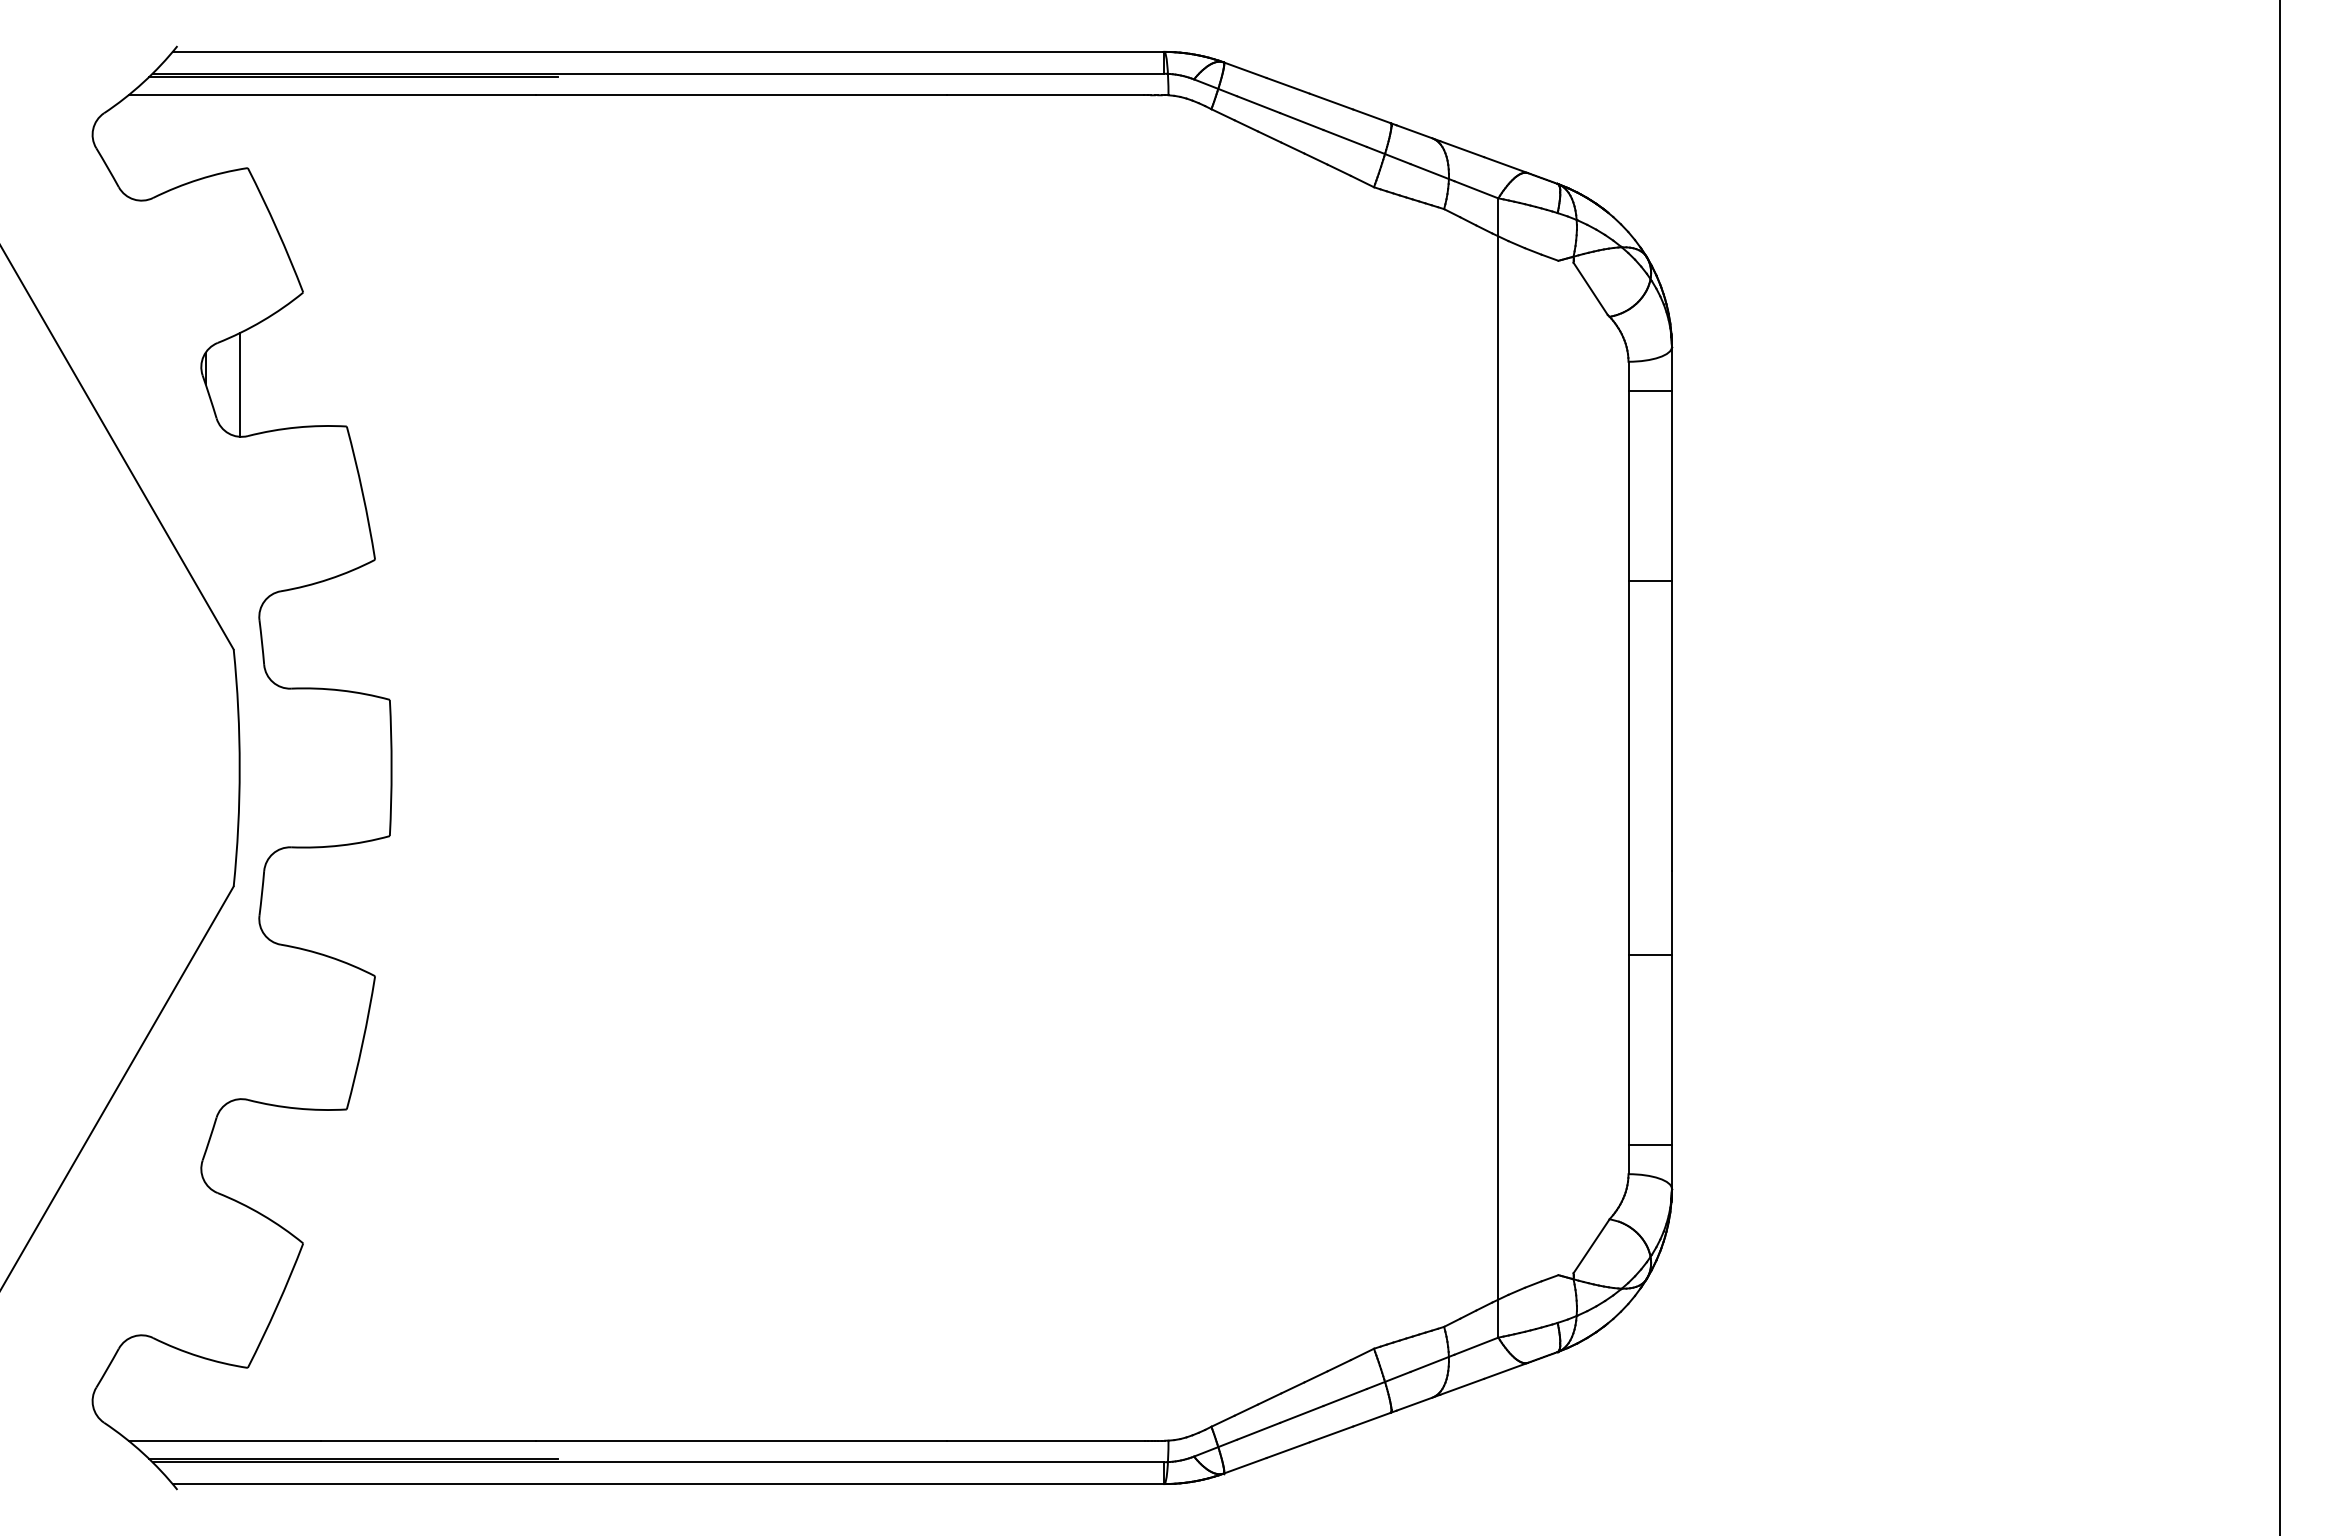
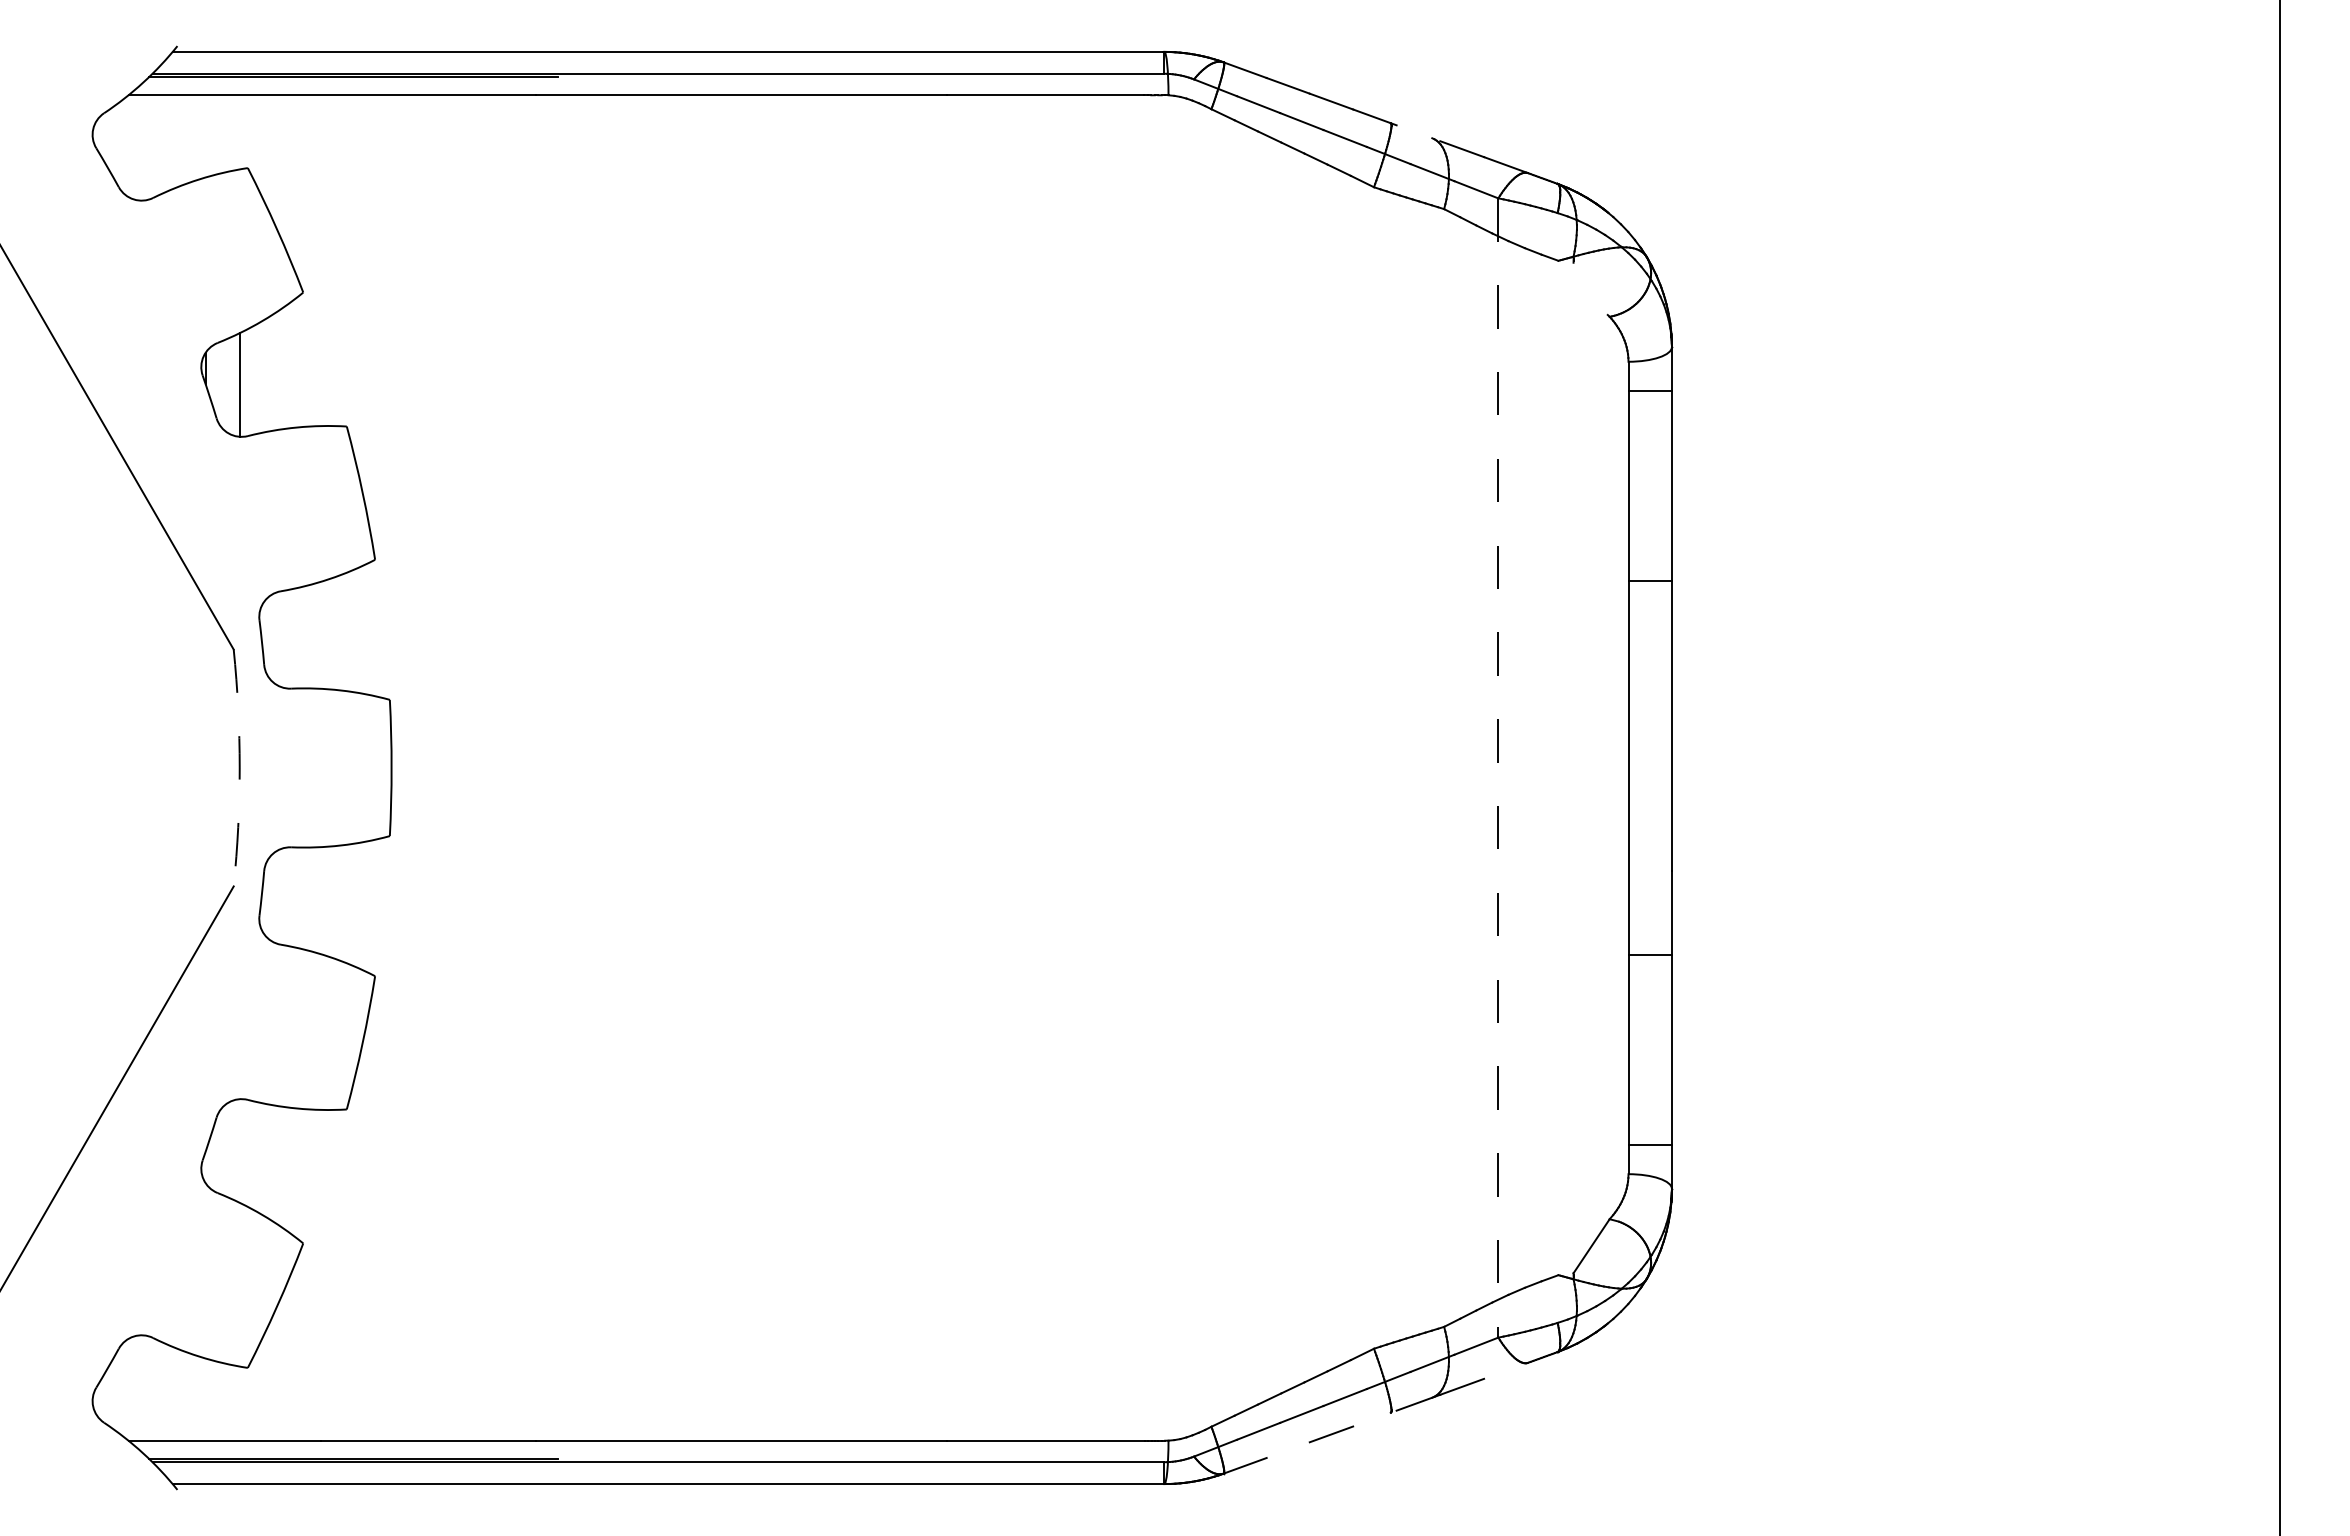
line at (1418, 133): present -> none
line at (1590, 288): present -> none
arc at (239, 767): solid -> dashed
line at (1498, 768): solid -> dashed
line at (1505, 1370): present -> none
line at (1374, 1418): present -> none
line at (1287, 1449): present -> none
